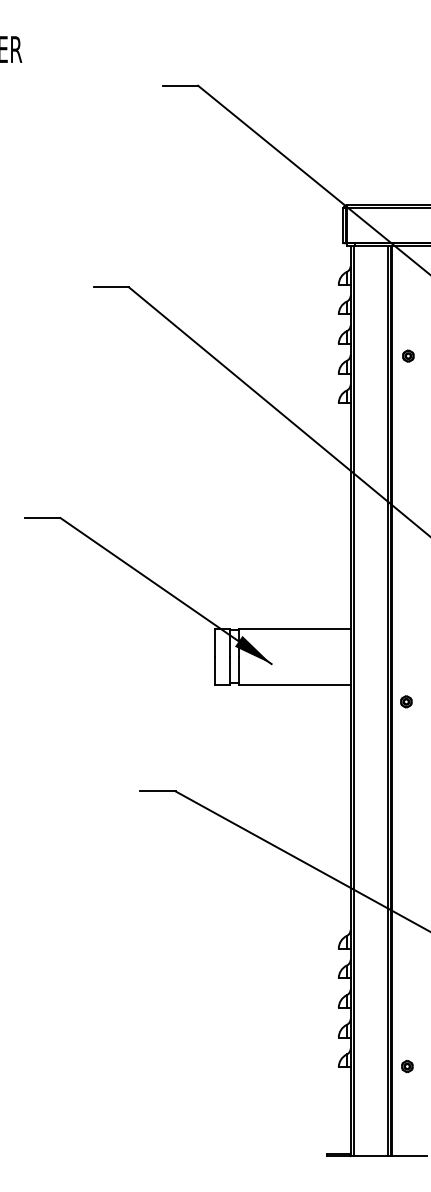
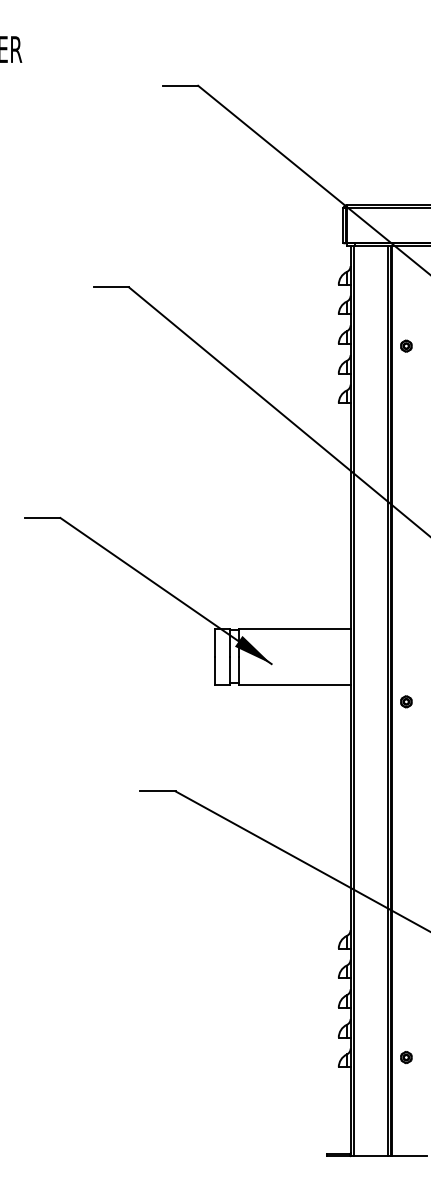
part at (408, 355) position: (408, 355) -> (406, 345)
part at (407, 1066) position: (407, 1066) -> (406, 1057)
